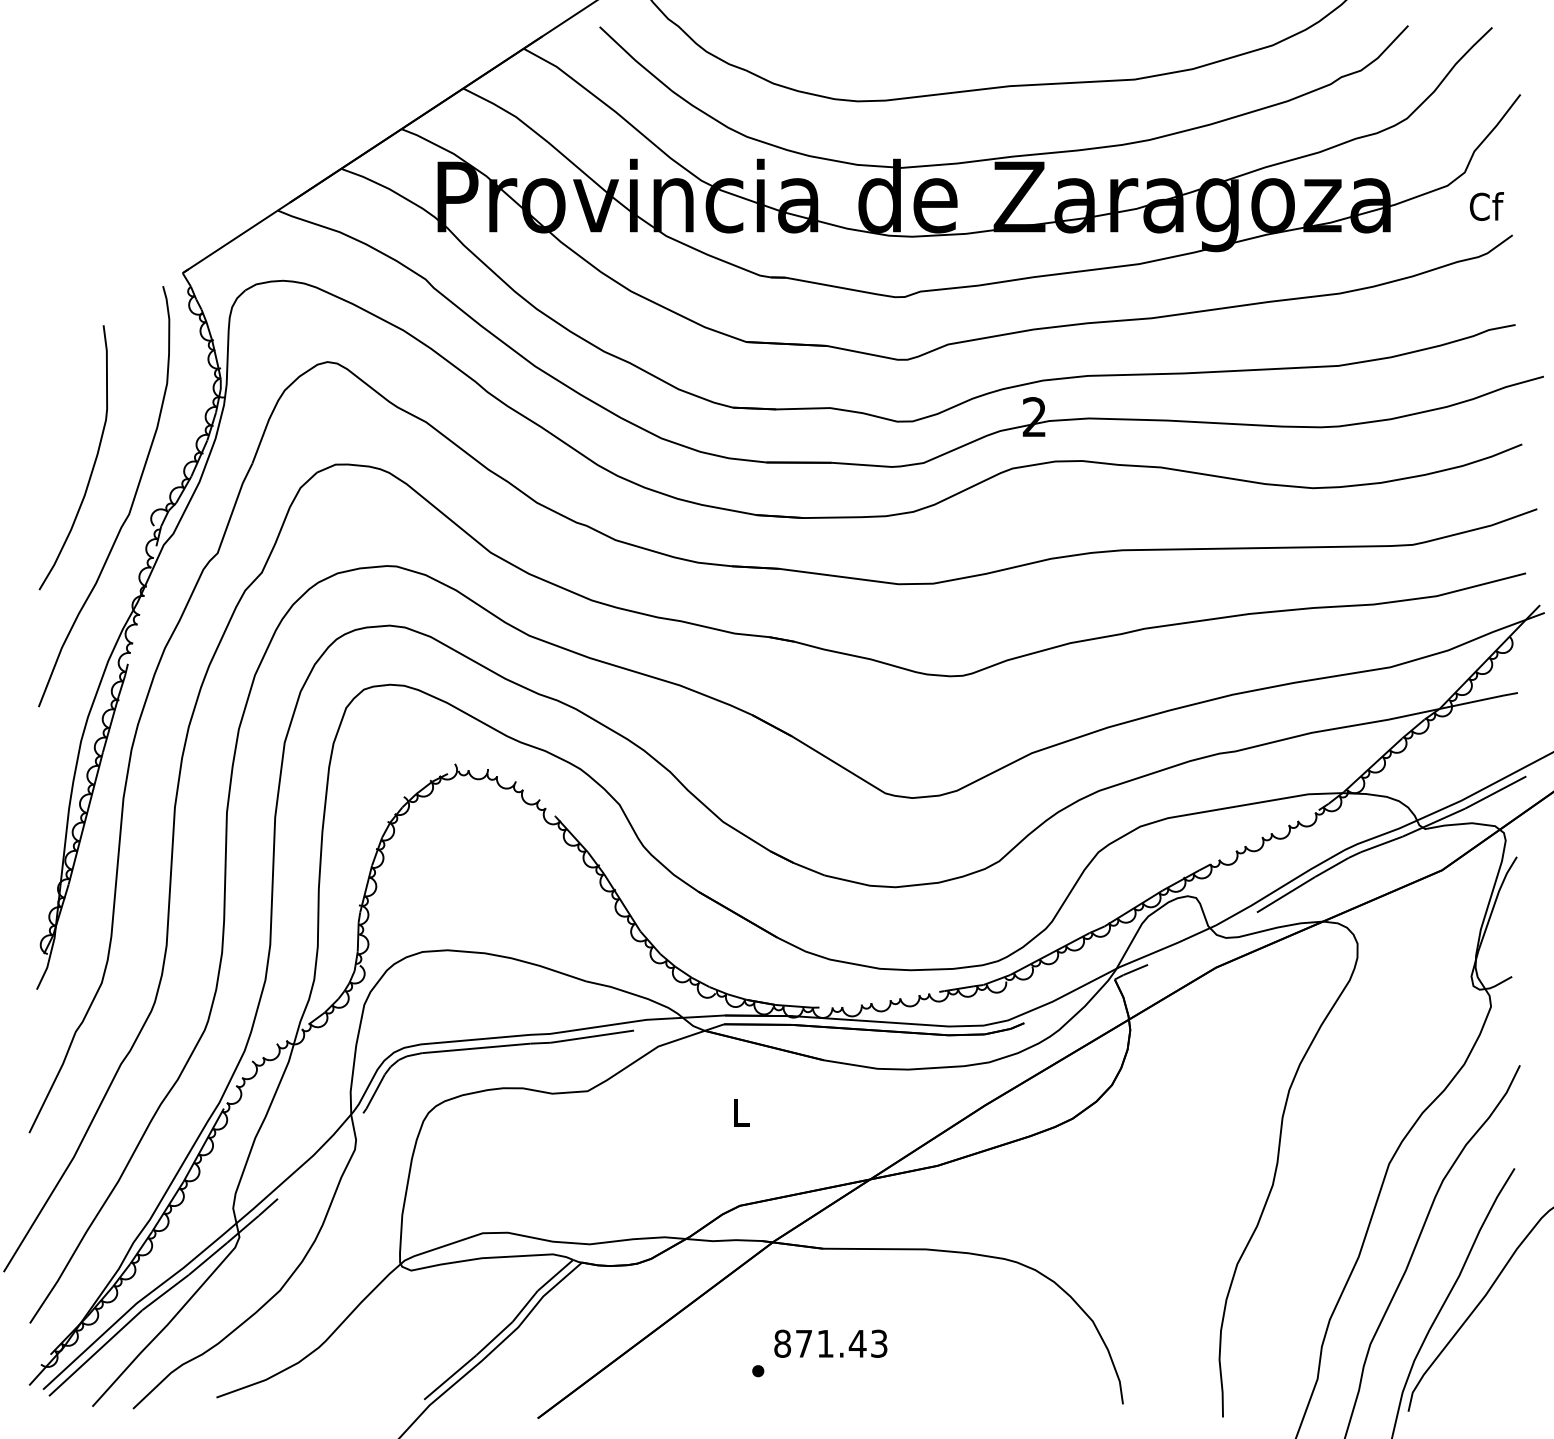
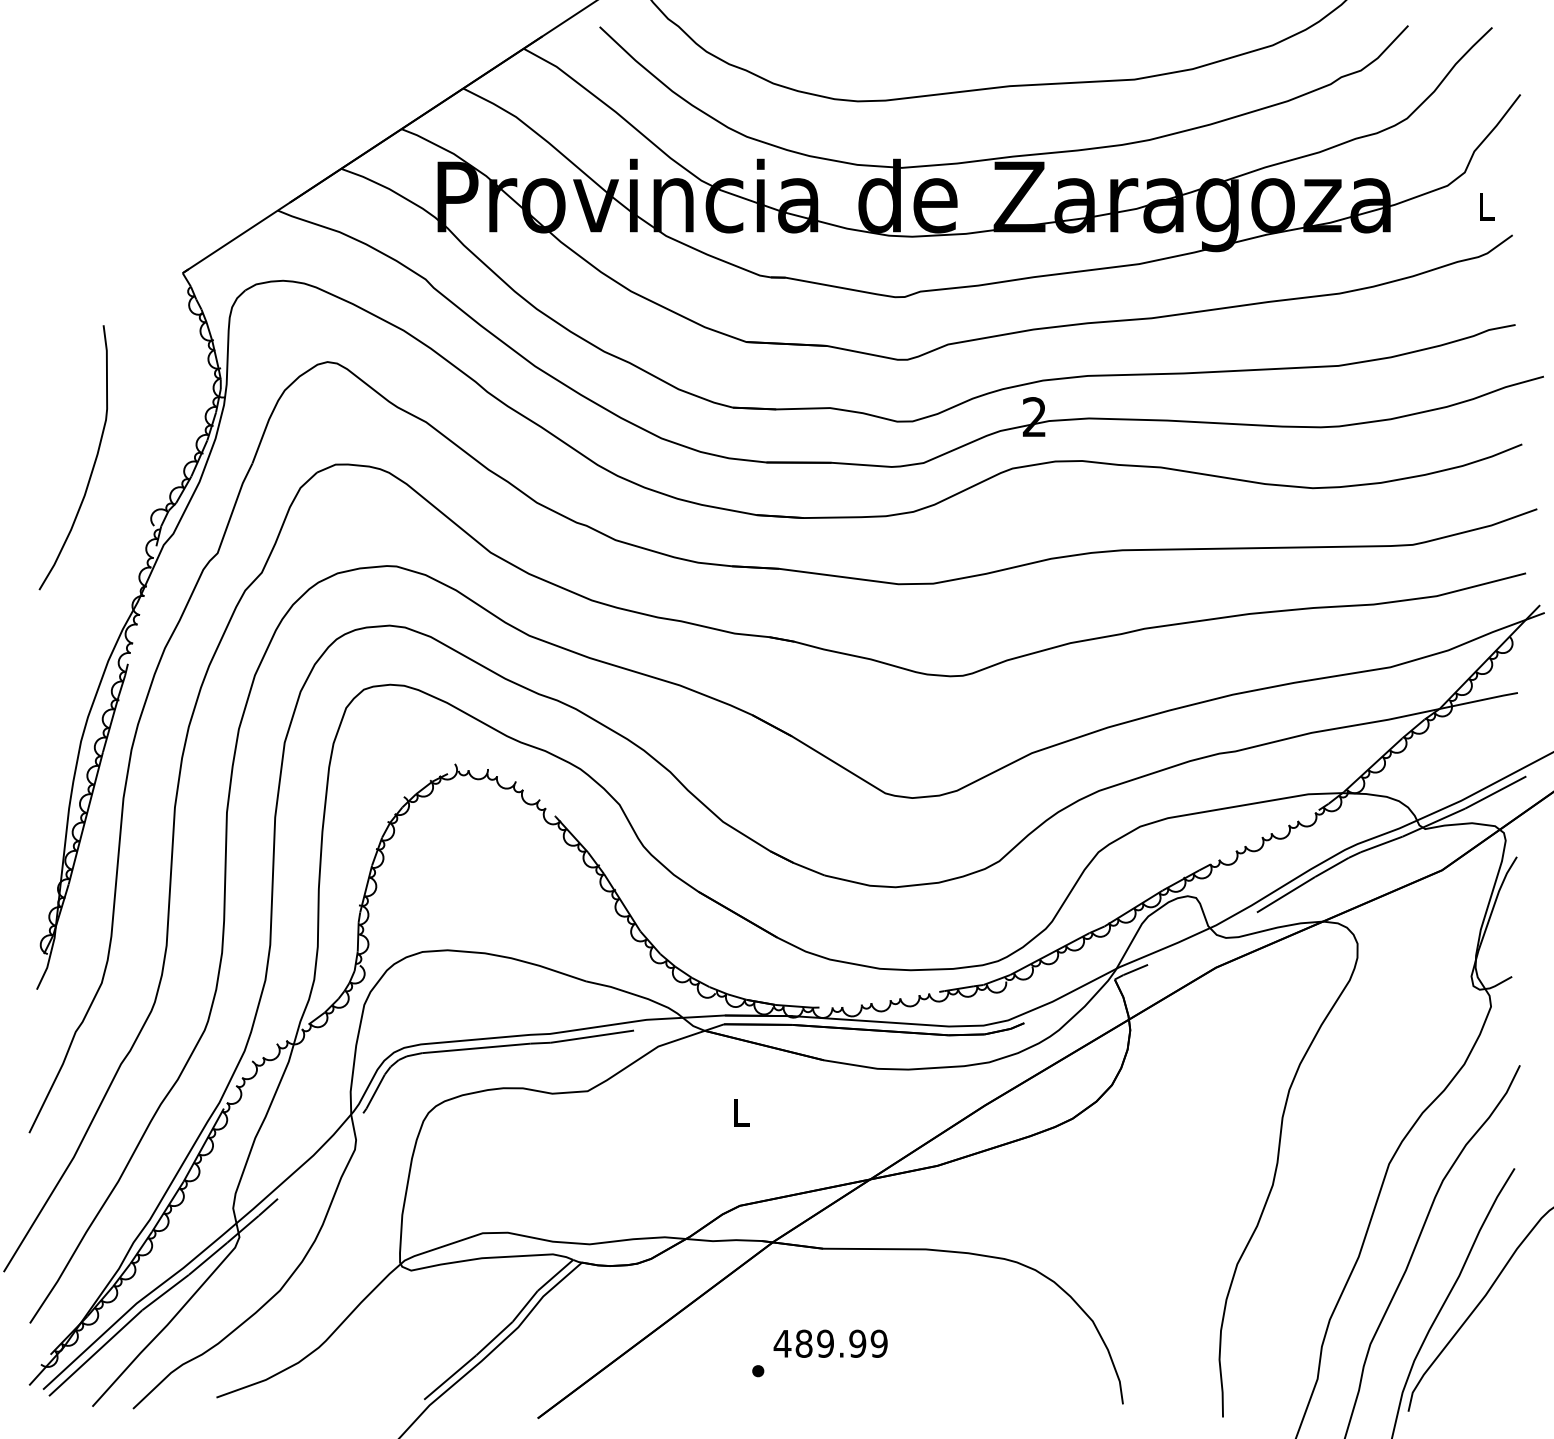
text at (1486, 206): Cf -> L
curve at (130, 506): present -> none
text at (830, 1343): 871.43 -> 489.99
